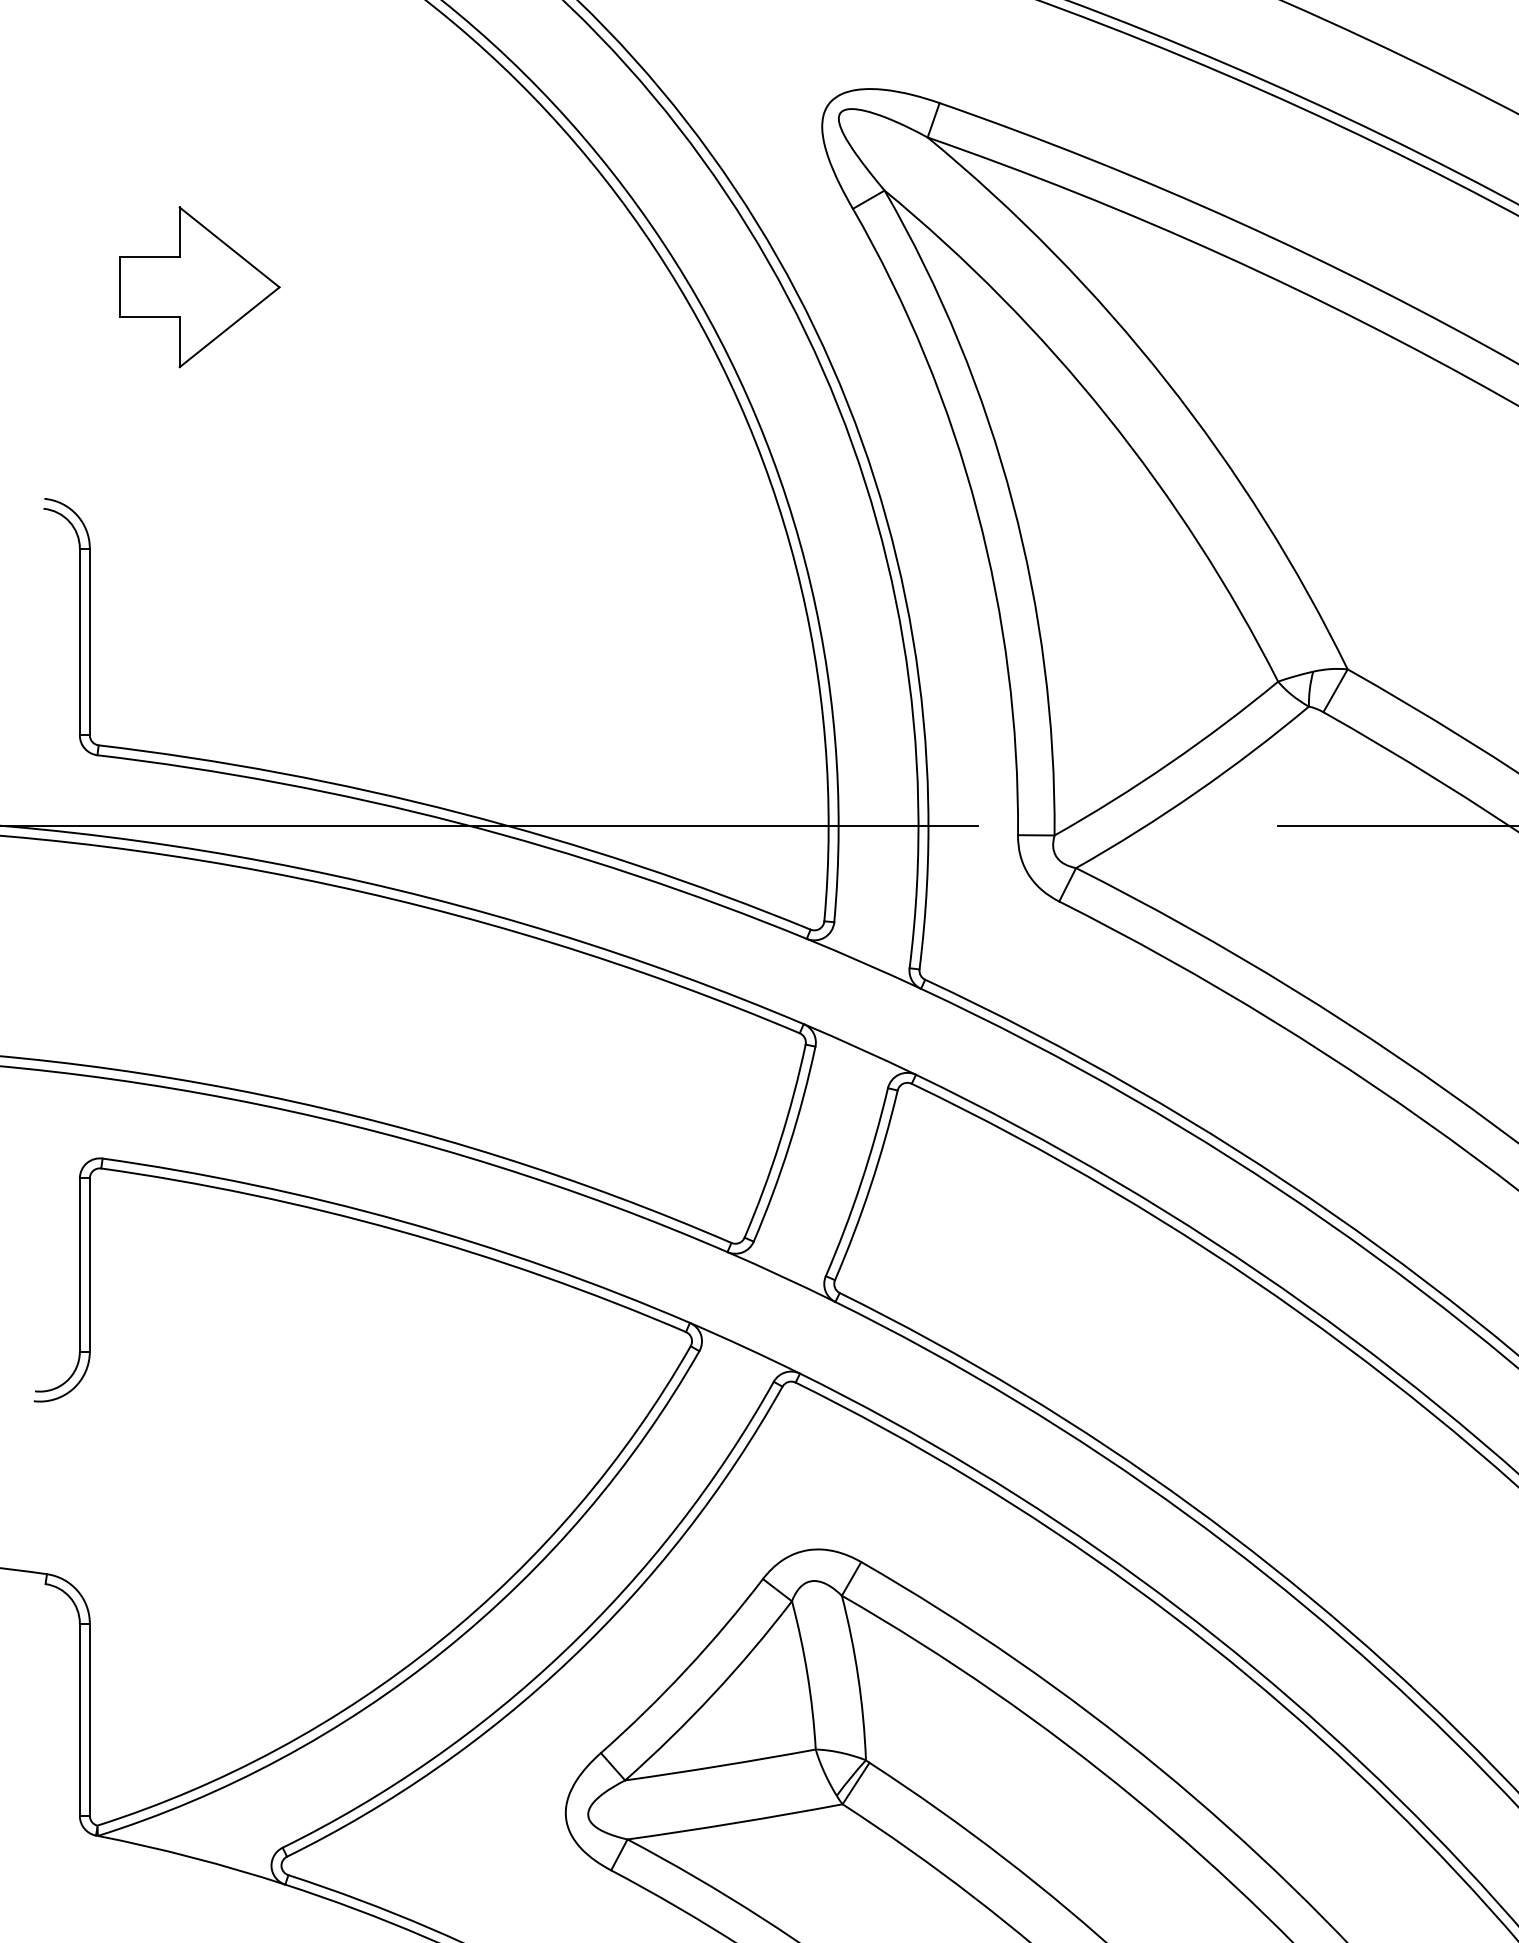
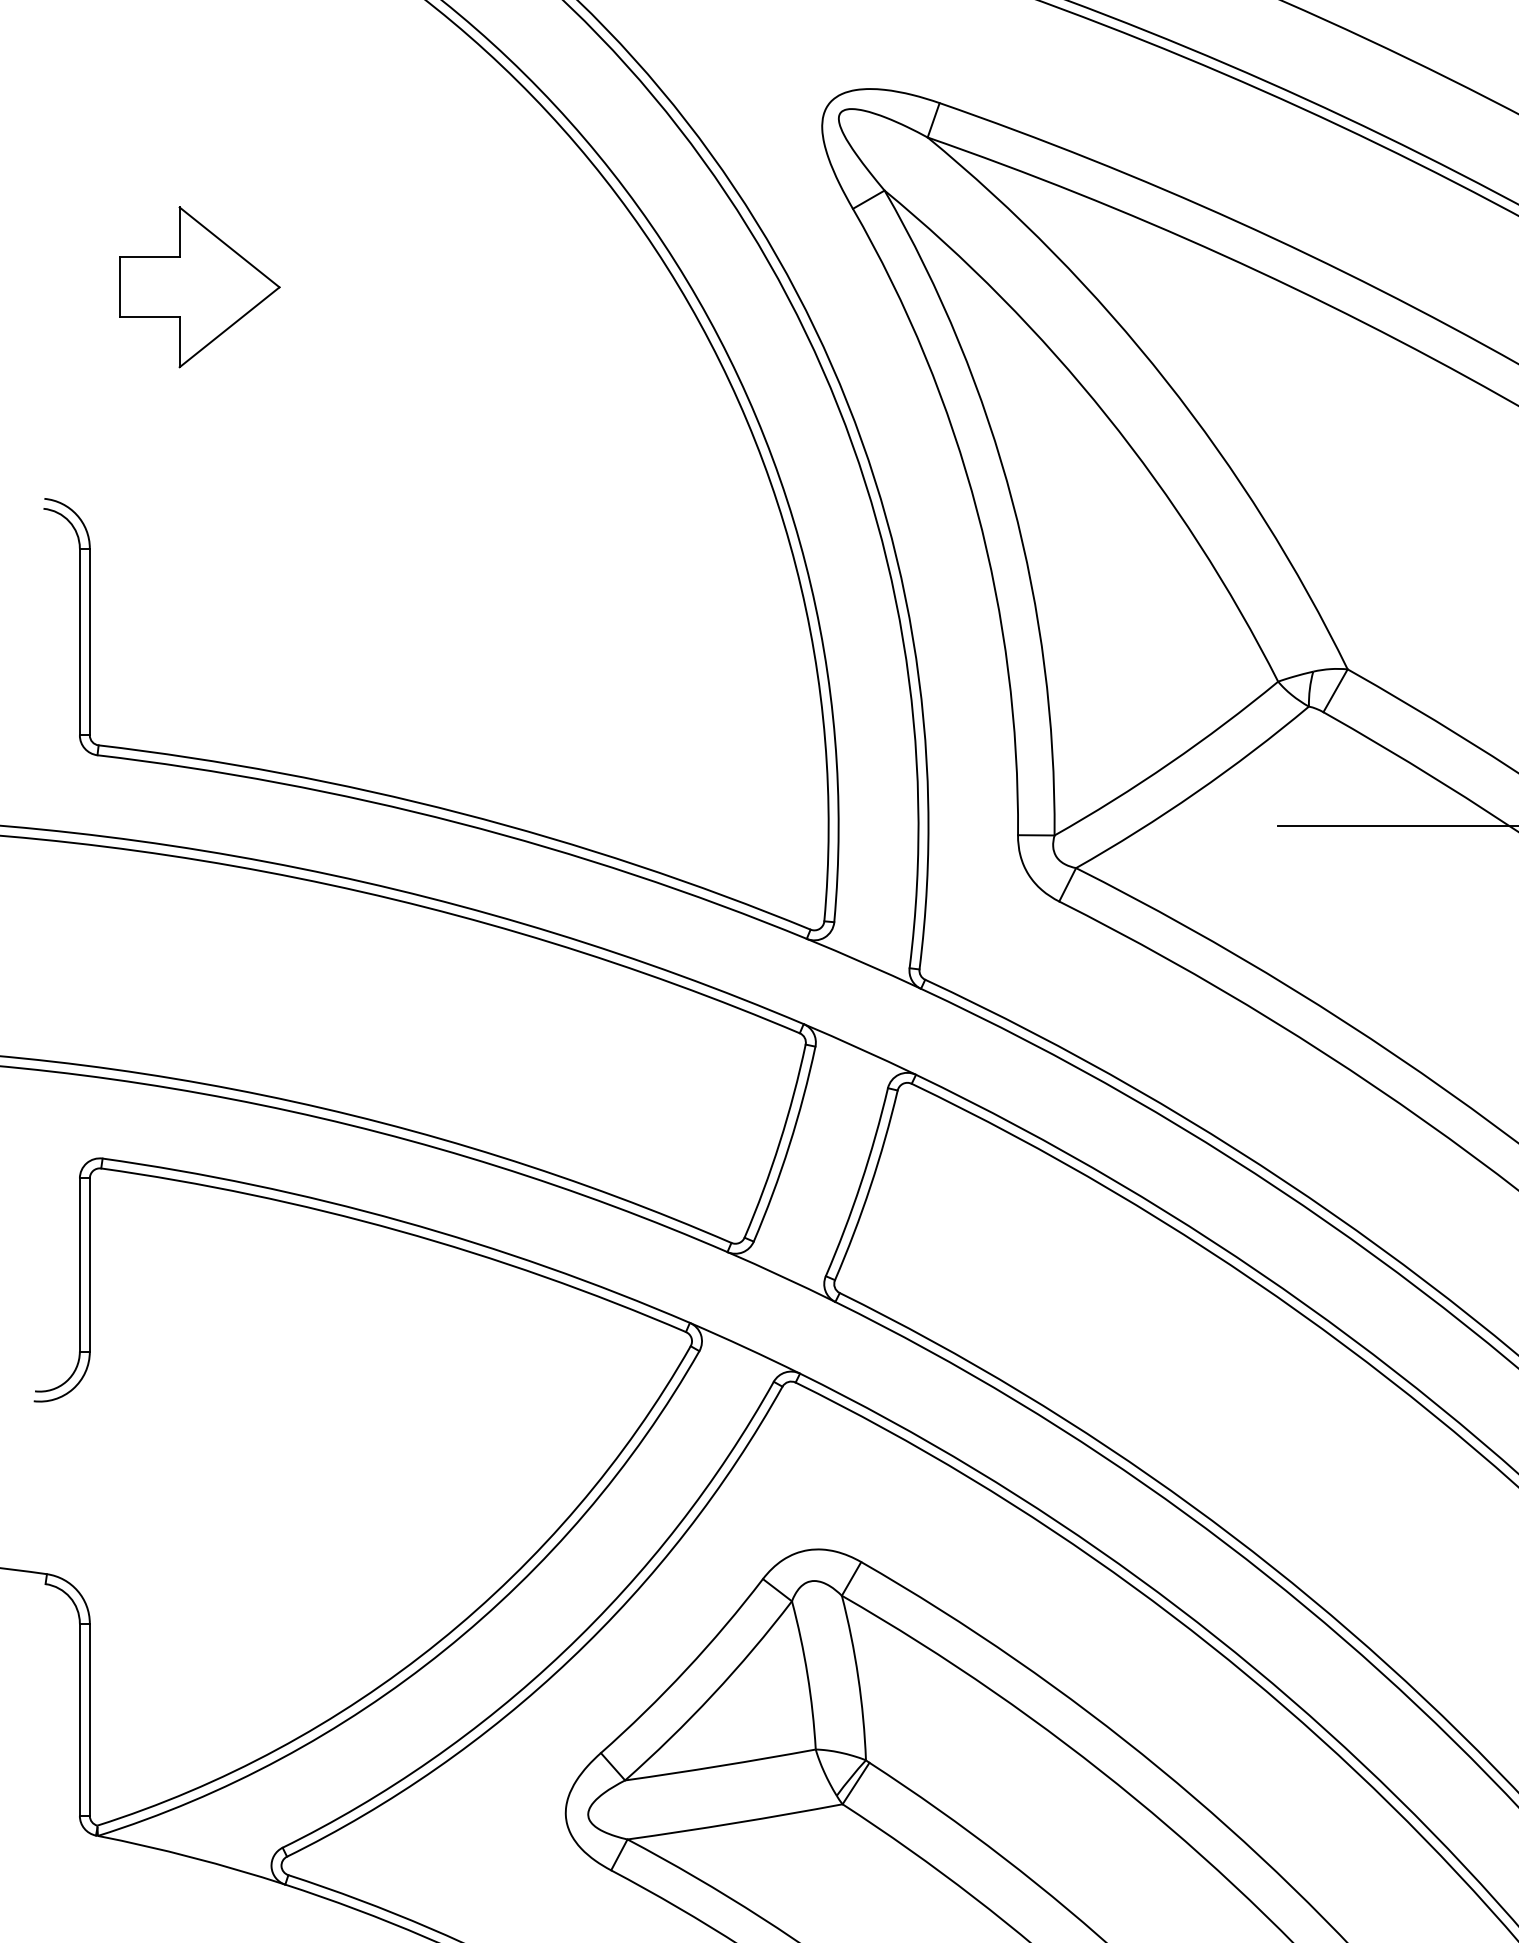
line at (490, 826): present -> none
